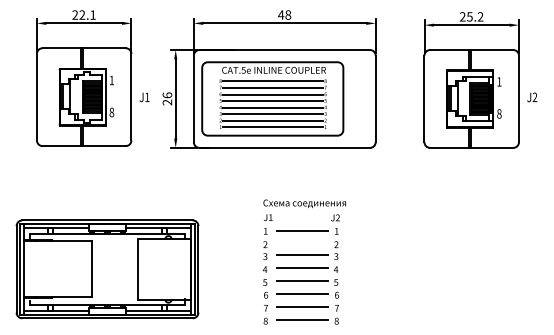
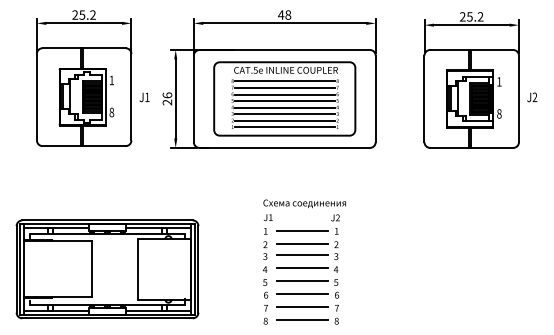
text at (87, 14): 22.1 -> 25.2
part at (272, 98) position: (272, 98) -> (284, 98)
line at (301, 243): none -> present
